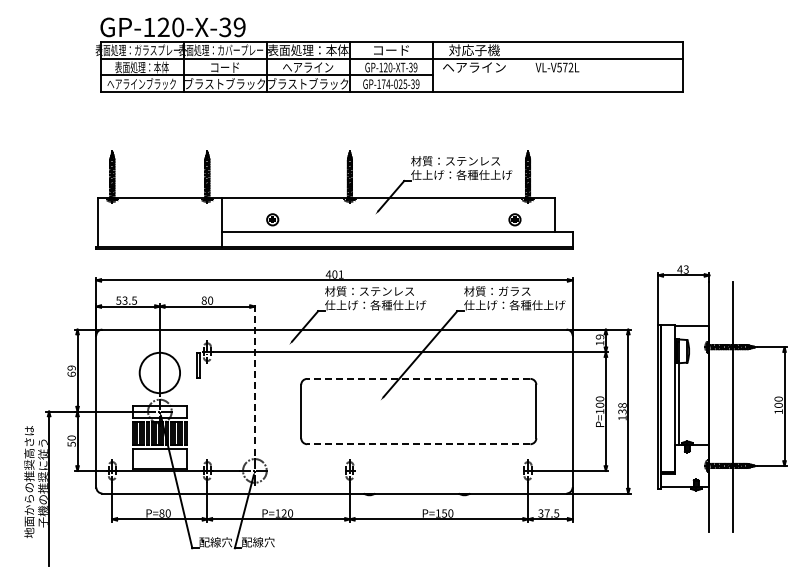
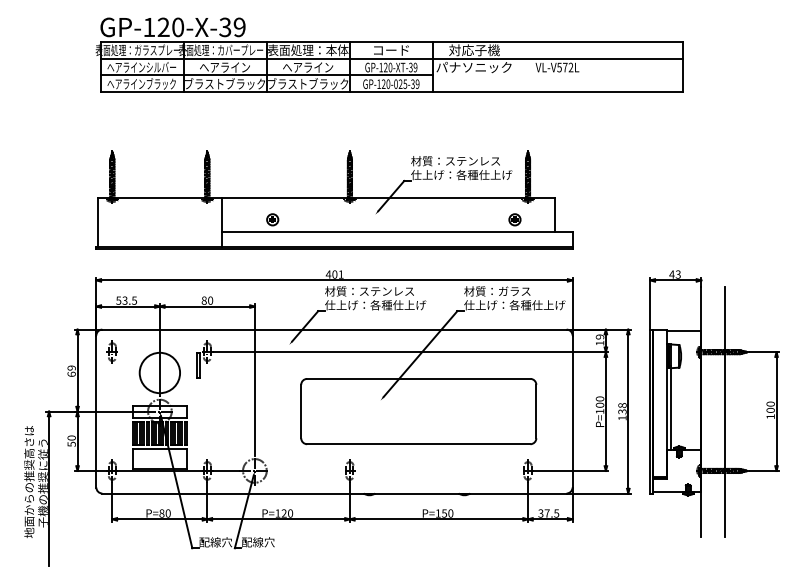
text at (141, 67): 表面処理：本体 -> ヘアラインシルバー
text at (224, 67): コード -> ヘアライン
text at (473, 67): ヘアライン -> パナソニック
text at (385, 84): GP-174-025-39 -> GP-120-025-39
part at (111, 351): none -> present
line at (418, 378): dashed -> solid
line at (254, 379): dashed -> solid
part at (722, 398) position: (722, 398) -> (714, 403)
line at (418, 444): dashed -> solid
